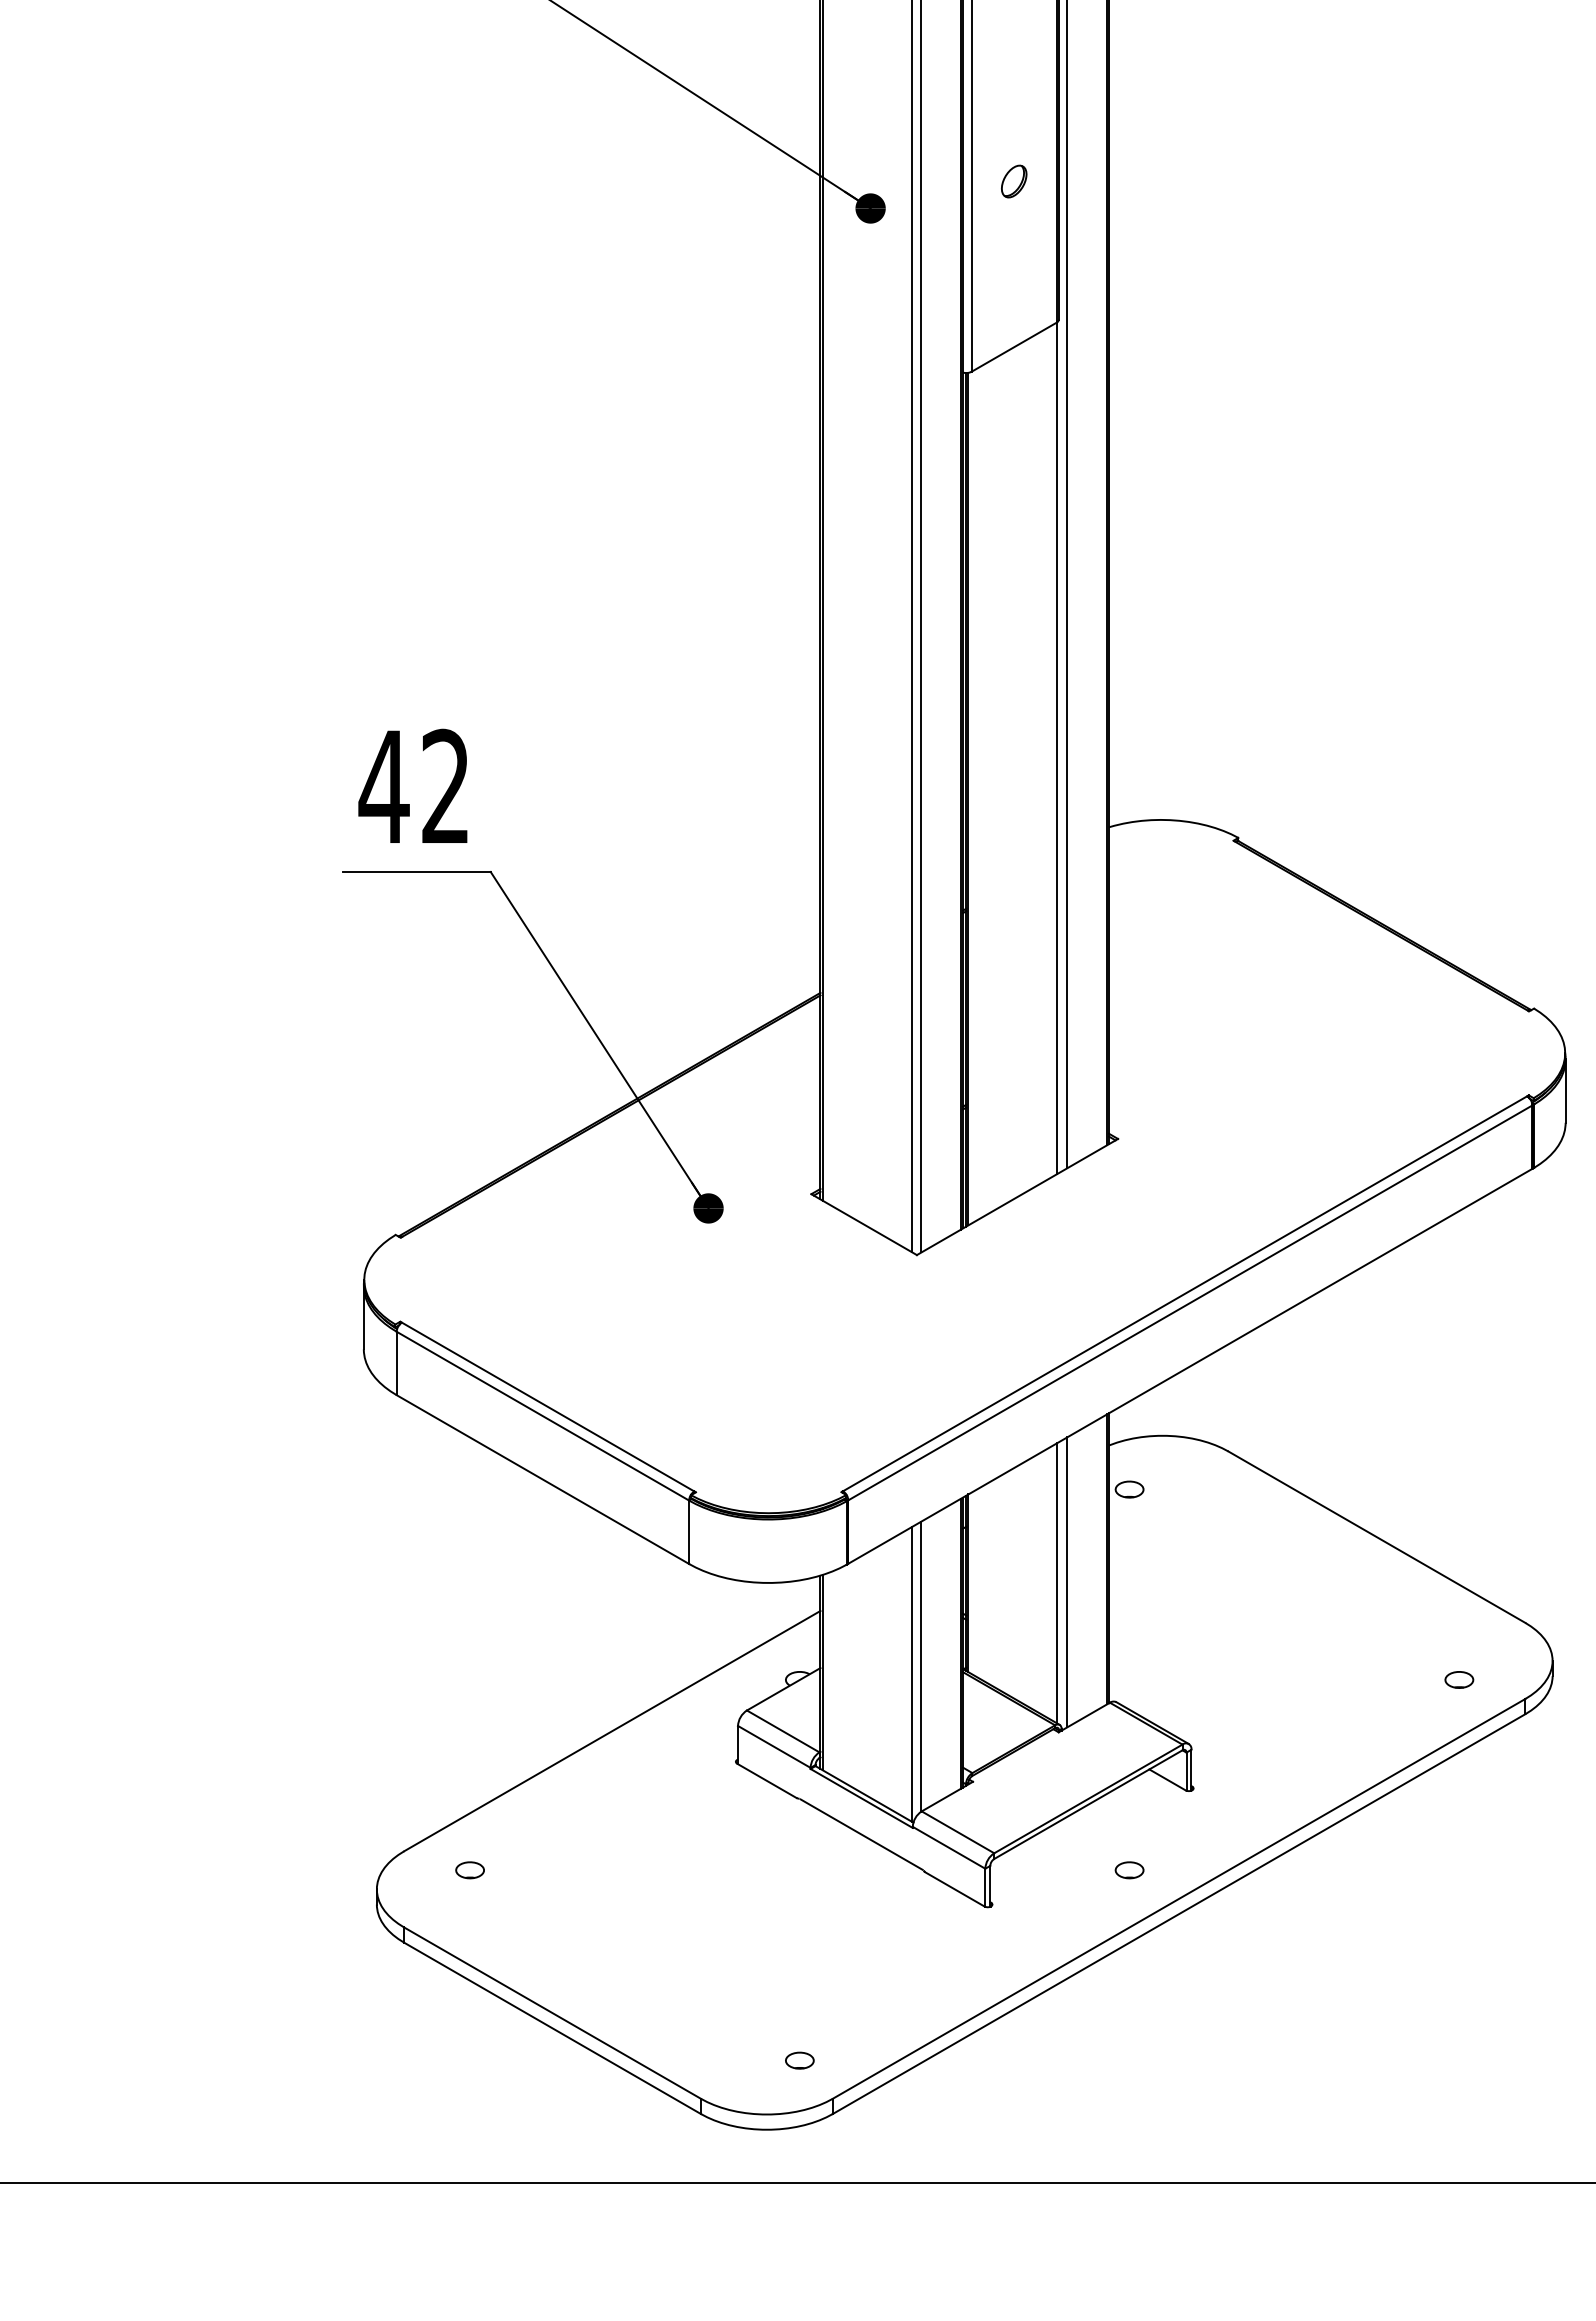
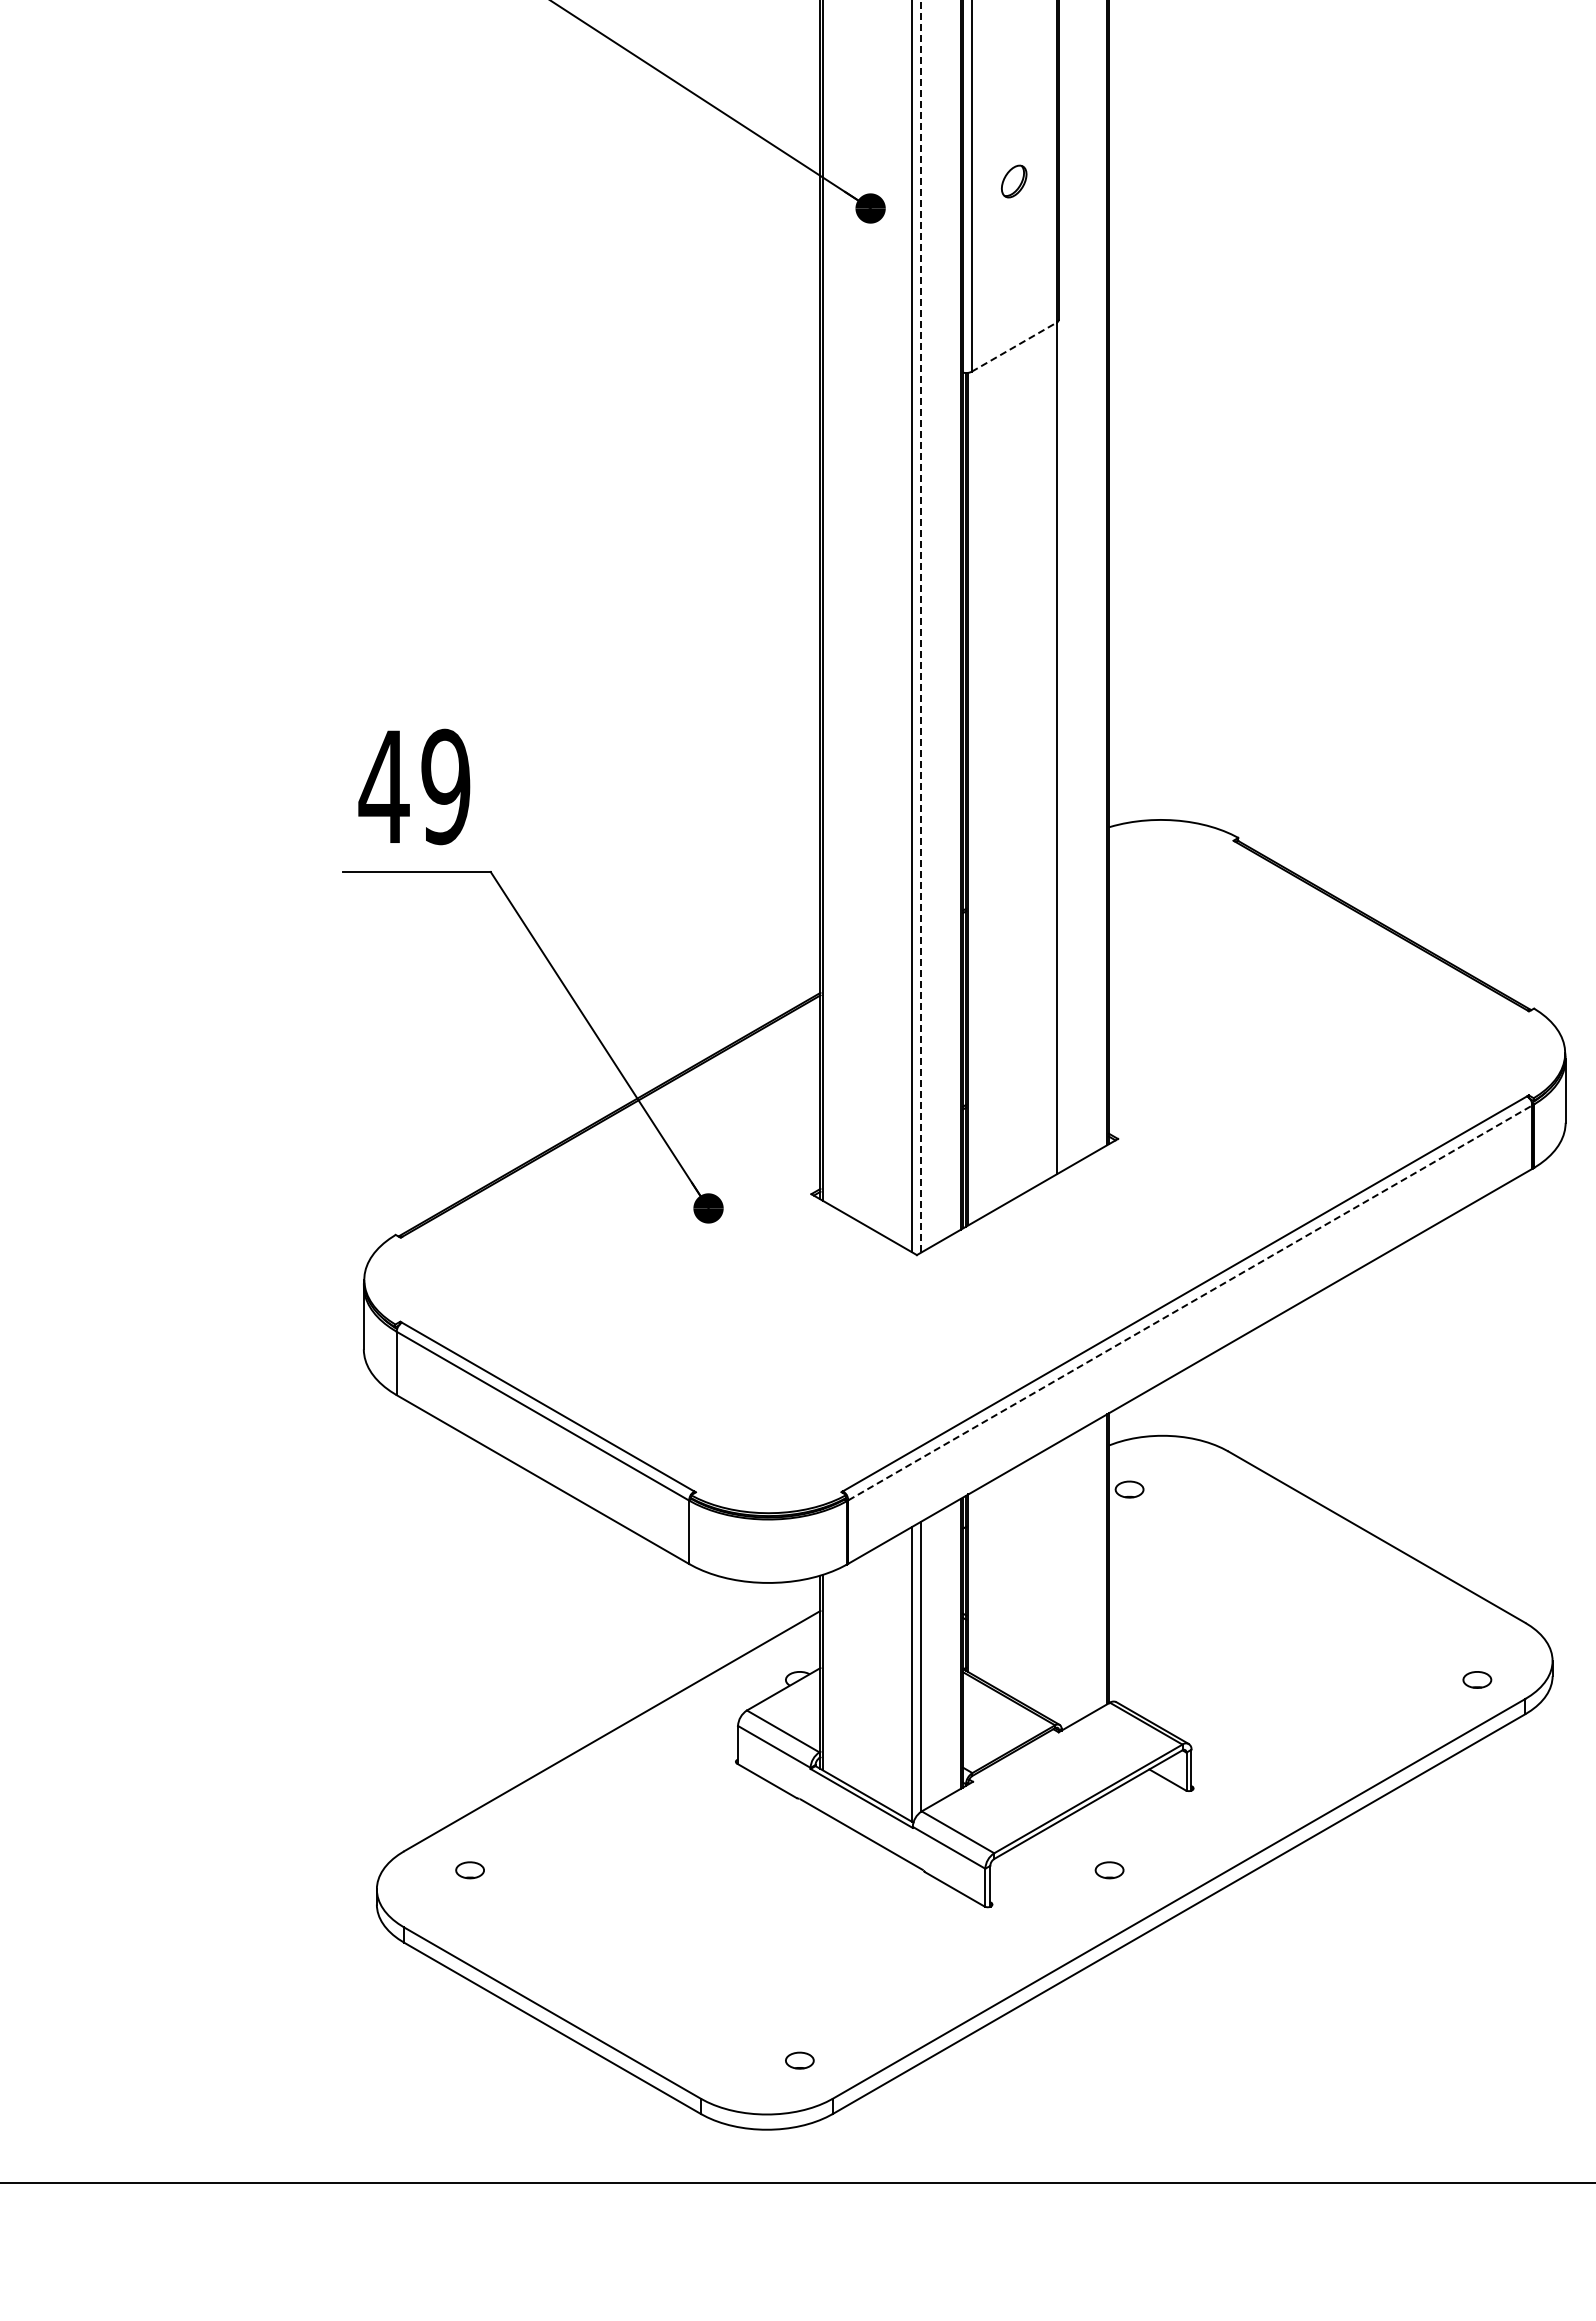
line at (1014, 346): solid -> dashed
line at (1067, 585): present -> none
line at (921, 626): solid -> dashed
text at (445, 786): 42 -> 49
line at (1190, 1302): solid -> dashed
line at (1067, 1582): present -> none
line at (1057, 1583): present -> none
part at (1459, 1679) position: (1459, 1679) -> (1477, 1679)
part at (1129, 1870) position: (1129, 1870) -> (1109, 1870)
